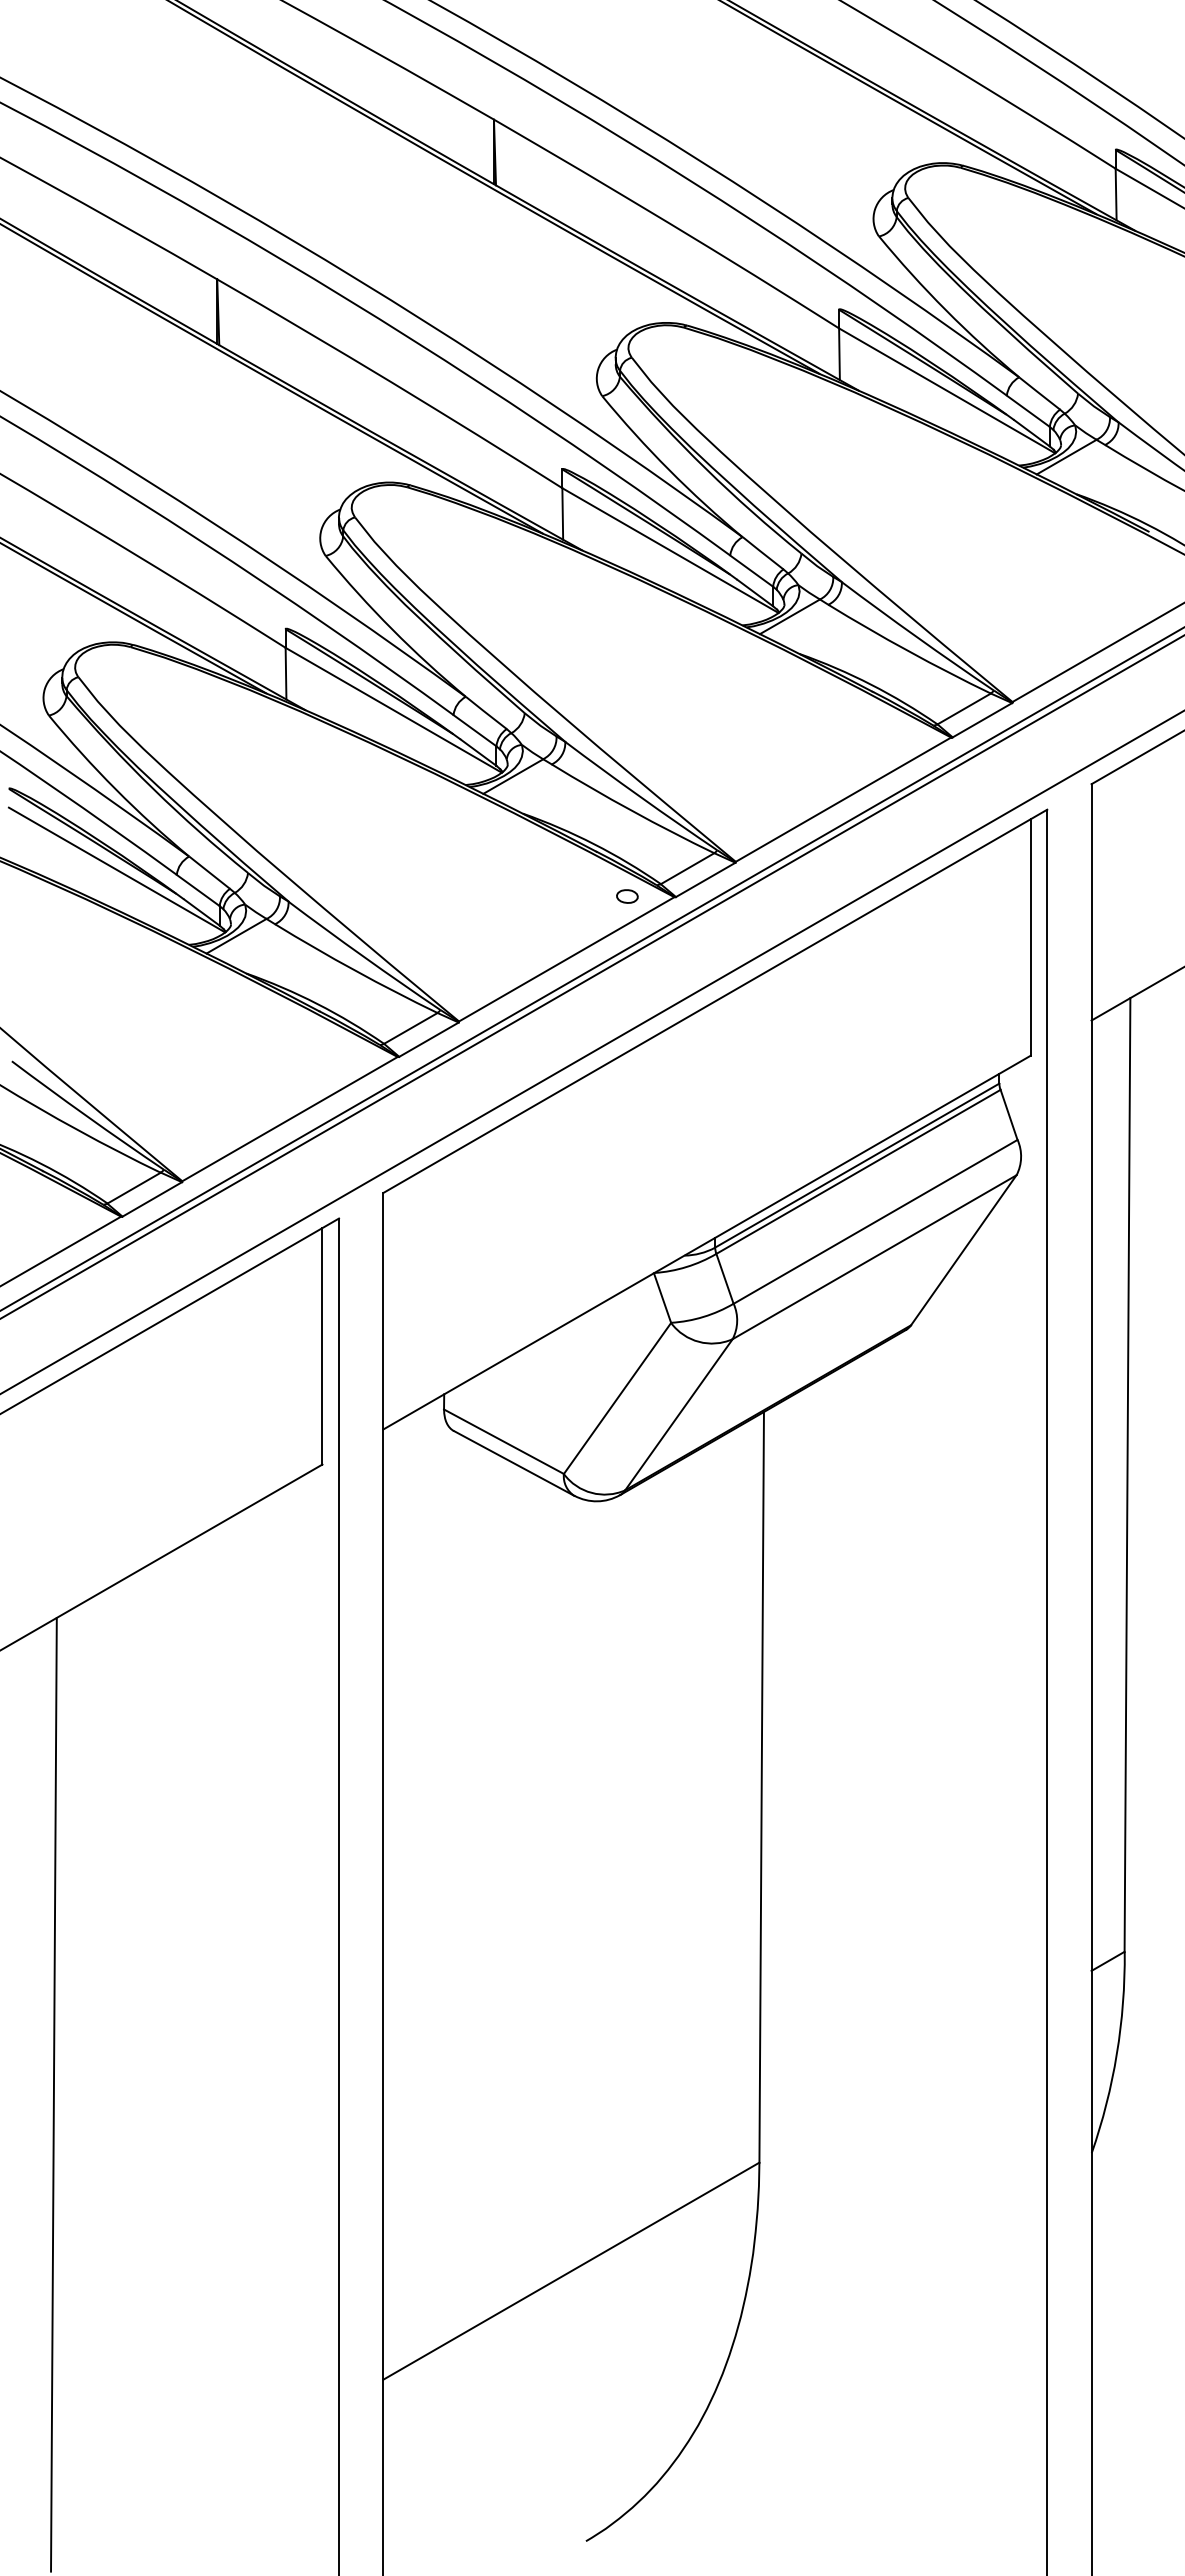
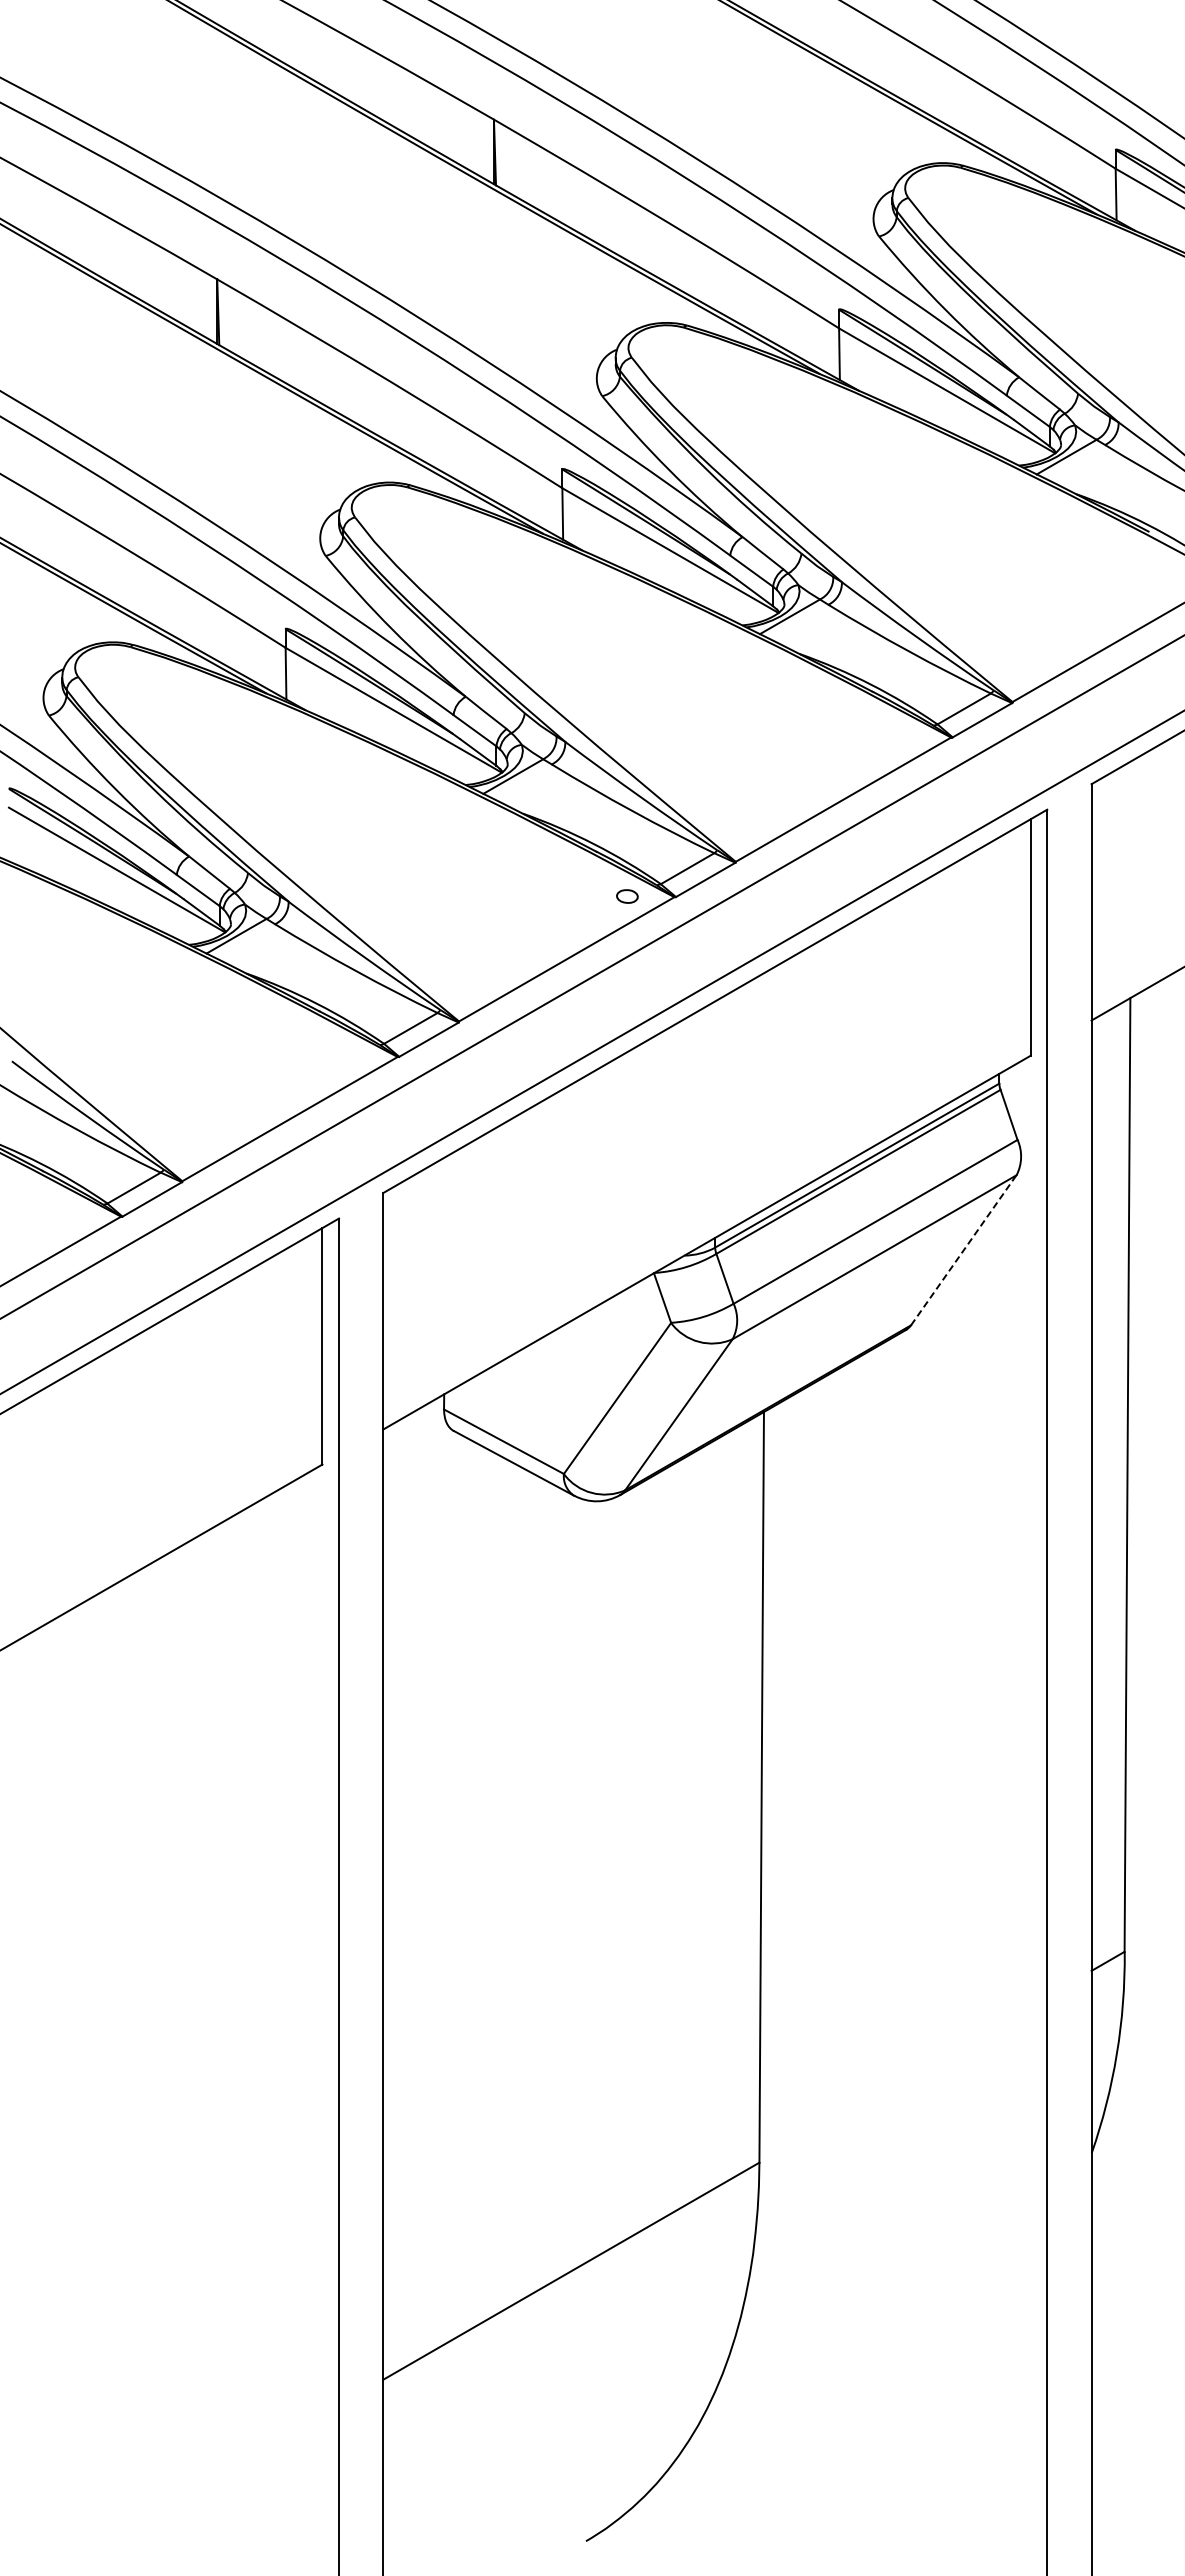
line at (591, 968): present -> none
line at (963, 1250): solid -> dashed
line at (53, 2094): present -> none
